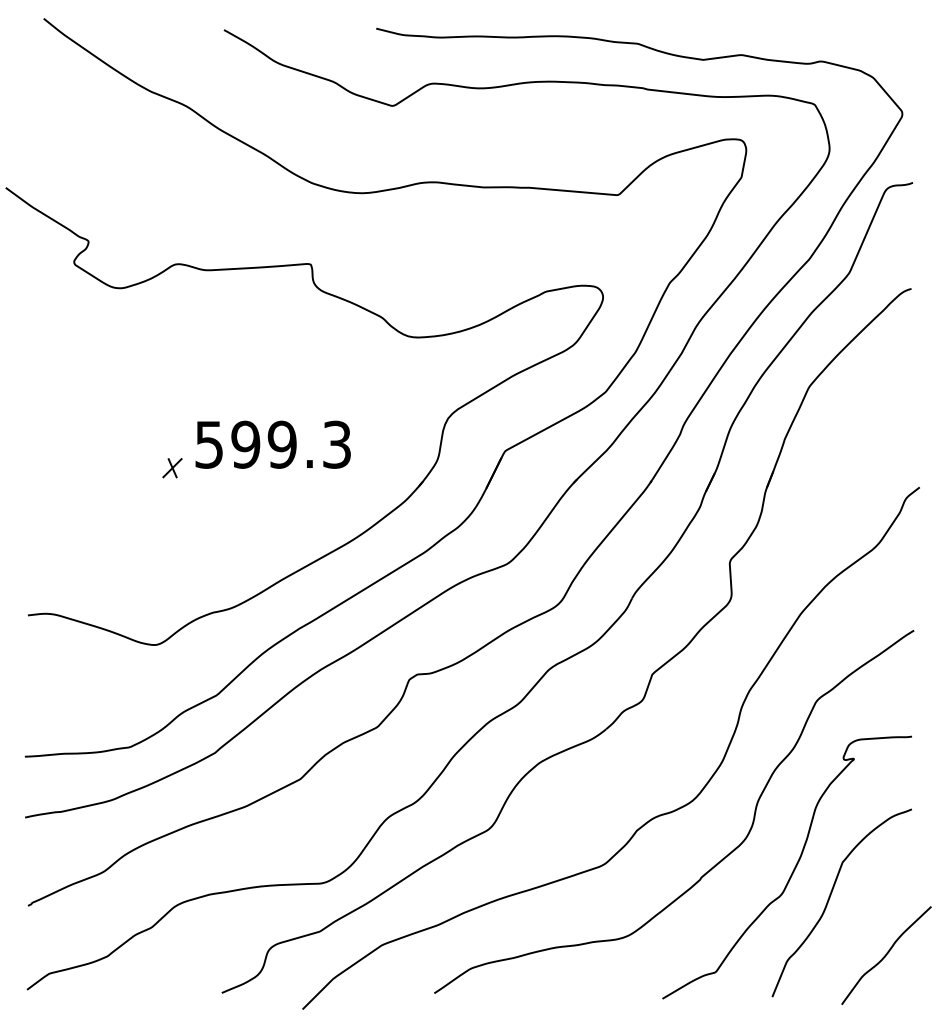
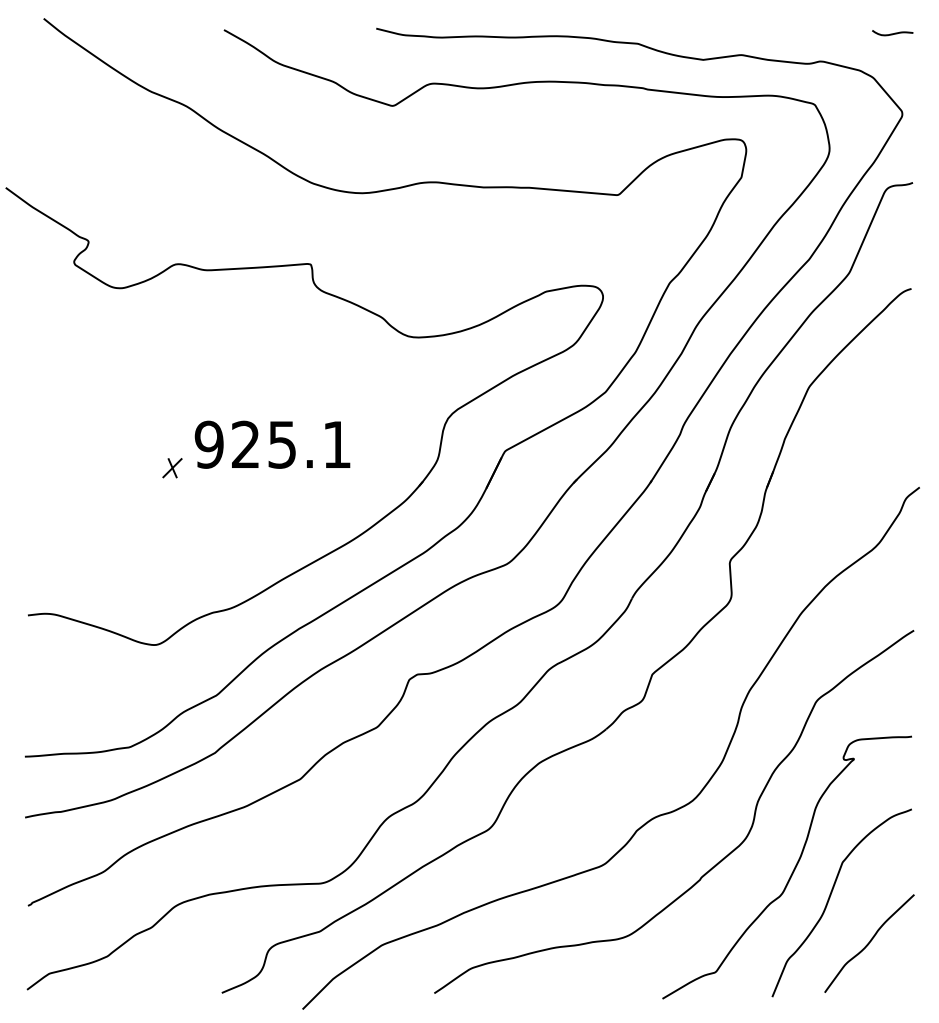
curve at (892, 33): none -> present
text at (272, 444): 599.3 -> 925.1
curve at (886, 955) position: (886, 955) -> (869, 943)
